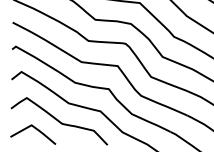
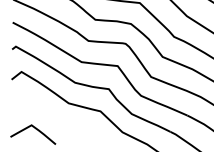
curve at (59, 121): present -> none
